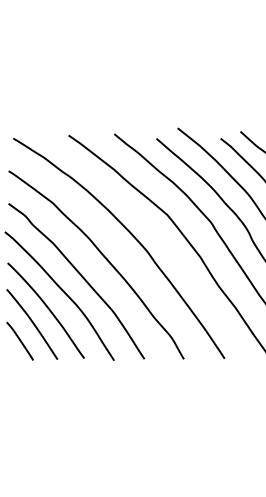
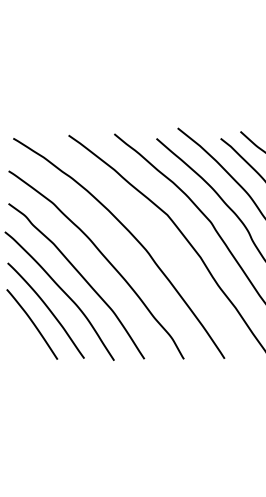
line at (19, 340): present -> none
